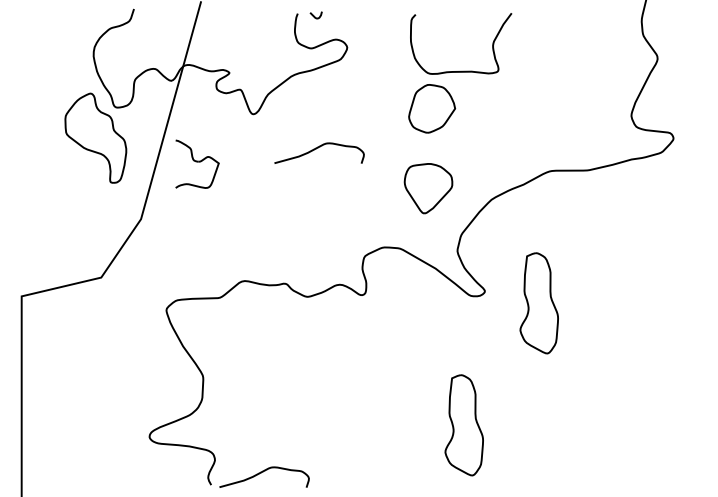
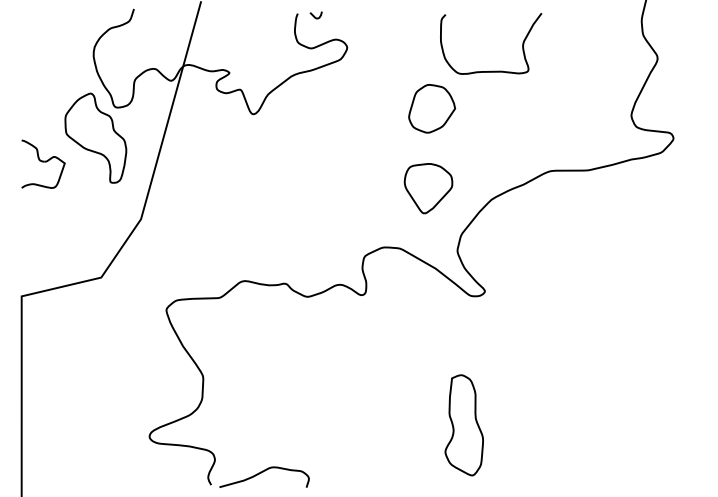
curve at (461, 70) position: (461, 70) -> (491, 70)
curve at (318, 148): present -> none
part at (197, 163) position: (197, 163) -> (43, 163)
part at (538, 303): present -> none
